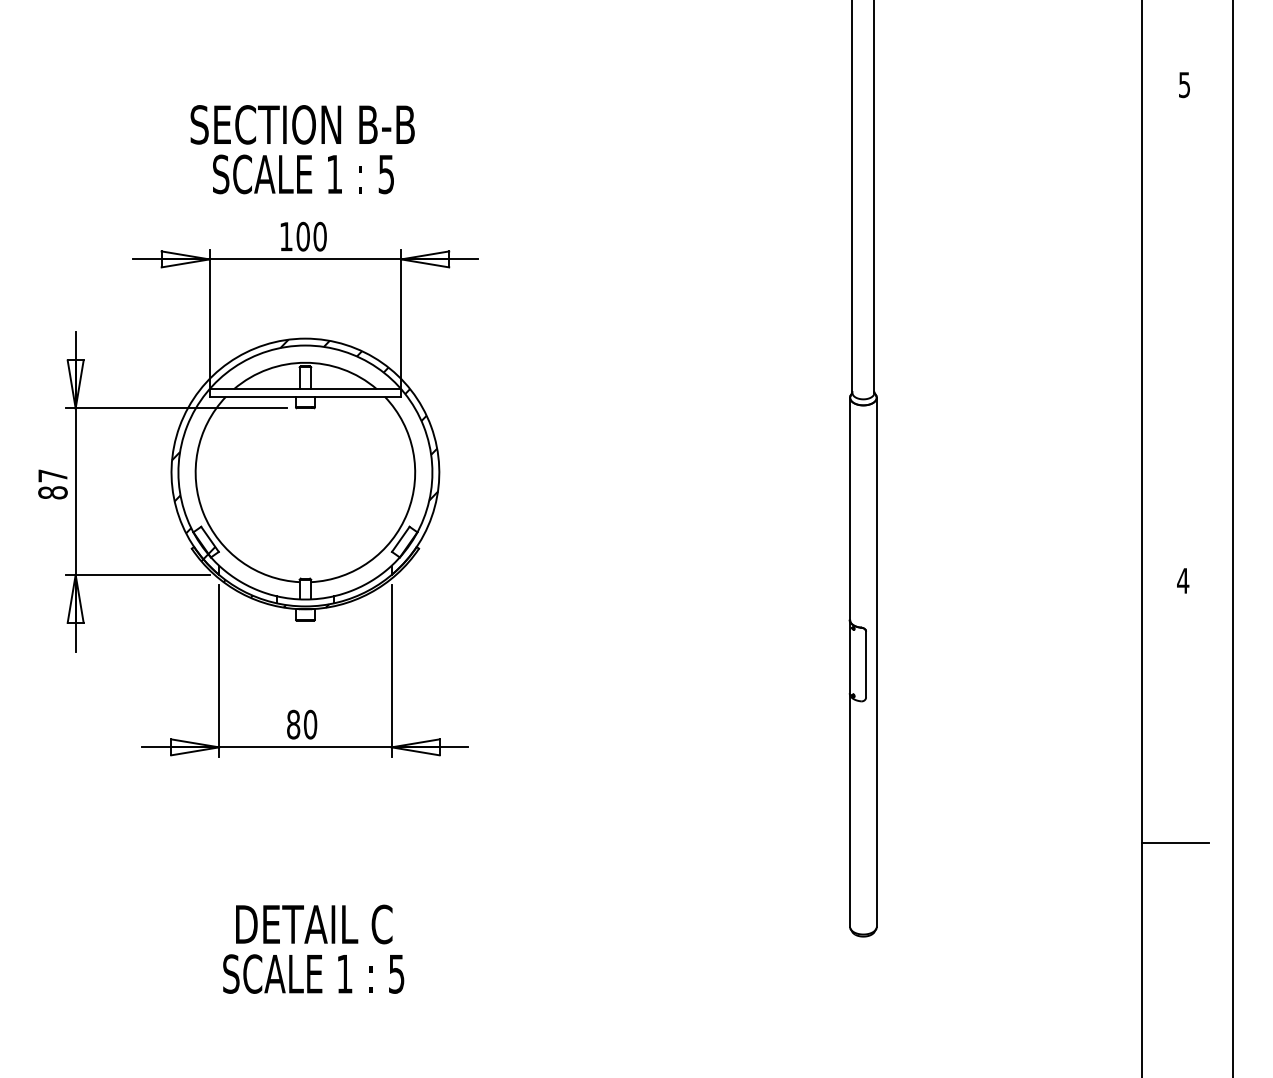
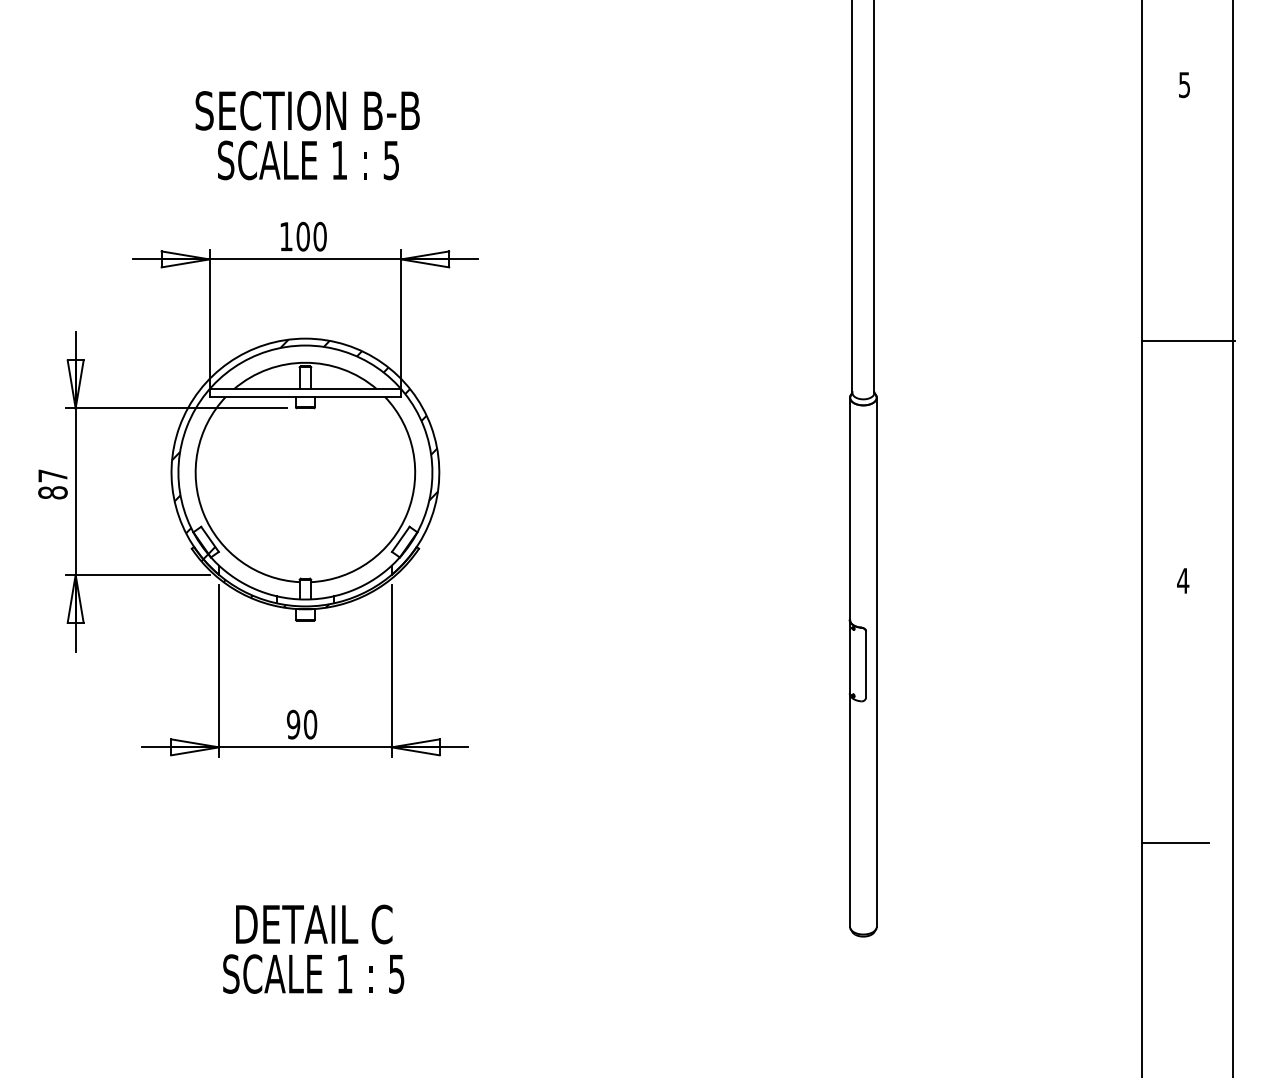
text at (302, 149) position: (302, 149) -> (307, 135)
line at (1187, 340): none -> present
text at (293, 724): 80 -> 90
